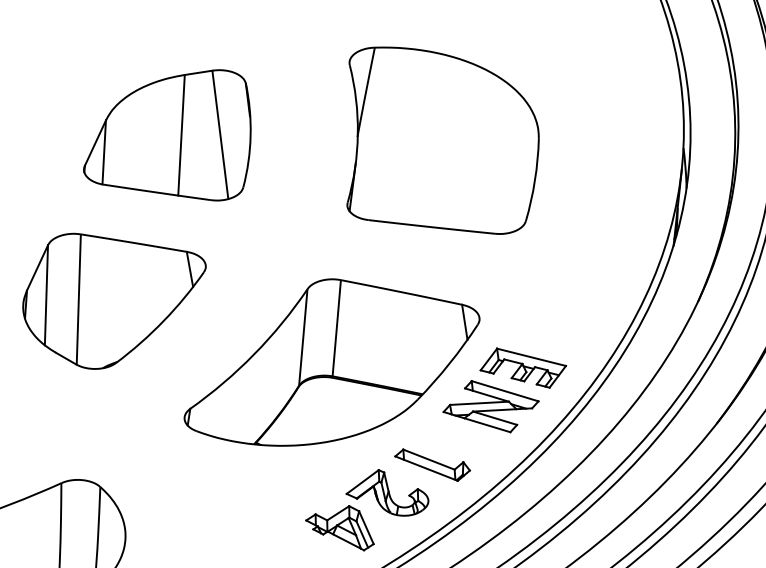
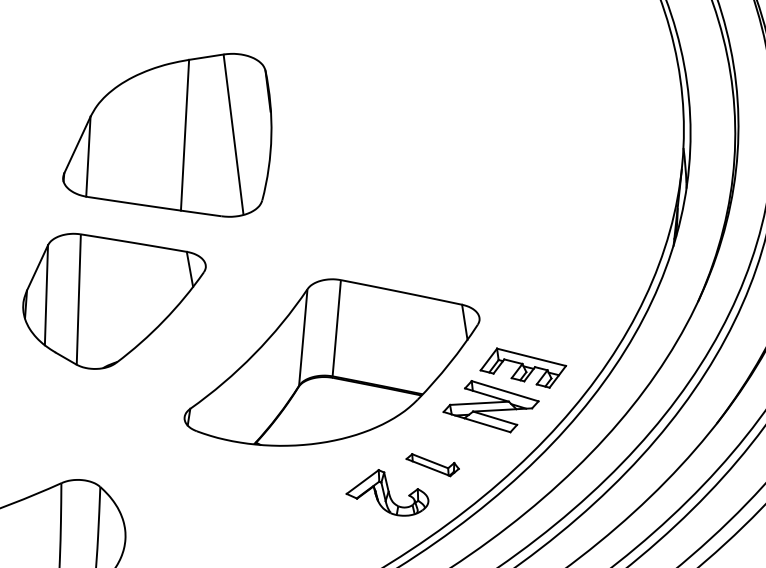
part at (167, 135) size: 169x133 px -> 211x166 px
part at (442, 140): present -> none
part at (432, 464) size: 78x34 px -> 55x25 px
part at (339, 528): present -> none
